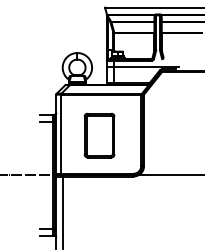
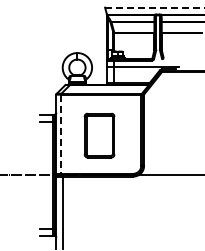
line at (154, 7): solid -> dashed
line at (61, 134): solid -> dashed
